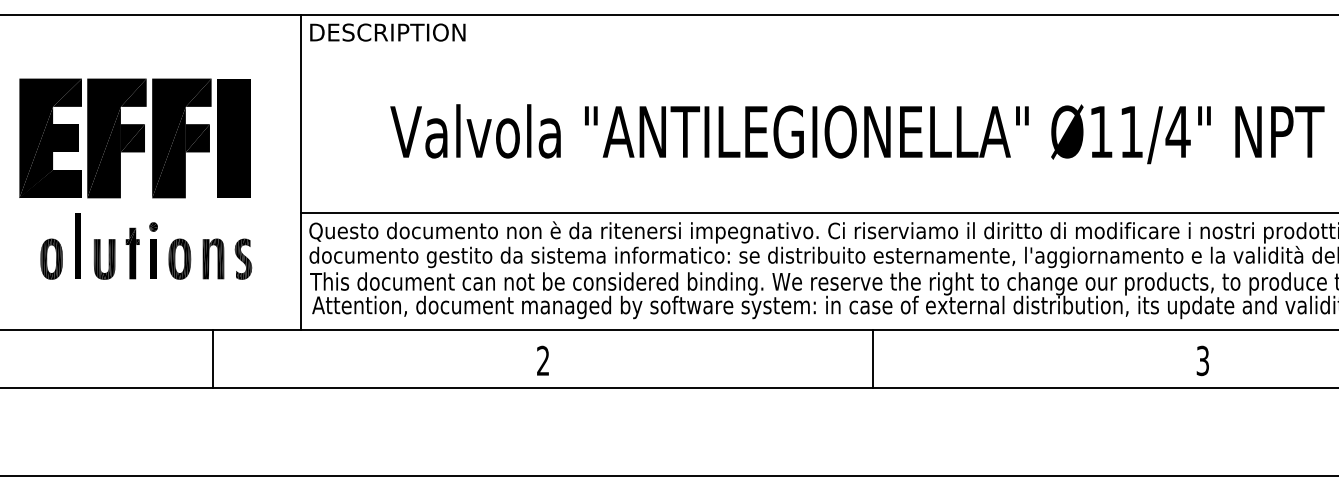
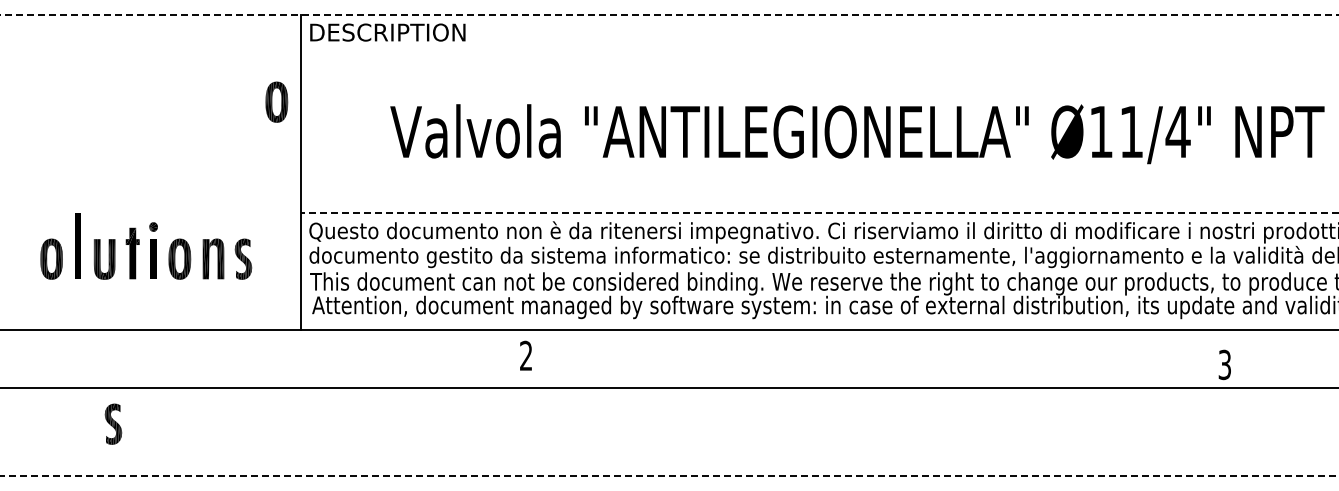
line at (669, 14): solid -> dashed
part at (276, 101): none -> present
part at (134, 138): present -> none
line at (819, 212): solid -> dashed
line at (213, 358): present -> none
line at (873, 358): present -> none
text at (542, 360) position: (542, 360) -> (525, 355)
text at (1202, 360) position: (1202, 360) -> (1224, 364)
part at (113, 423): none -> present
line at (669, 476): solid -> dashed
